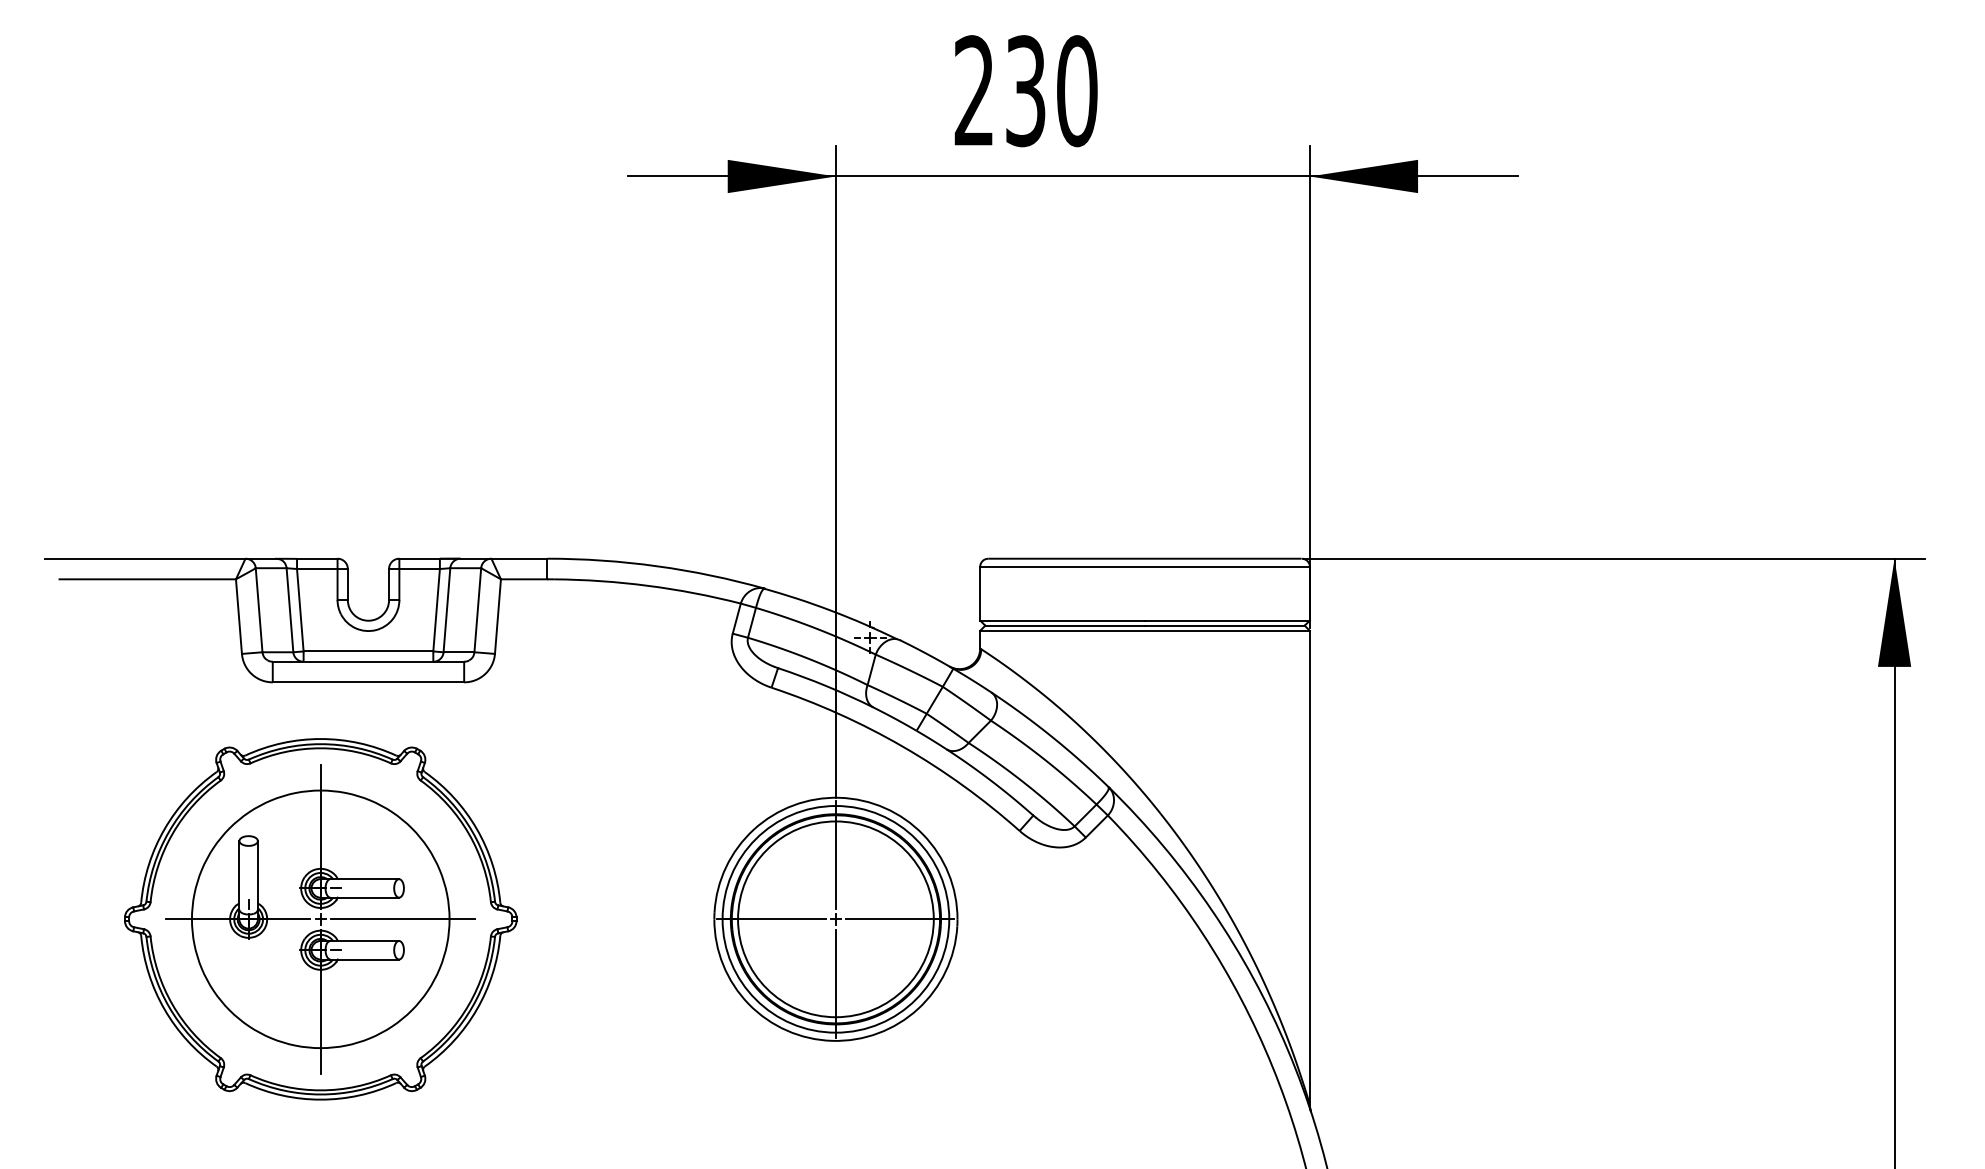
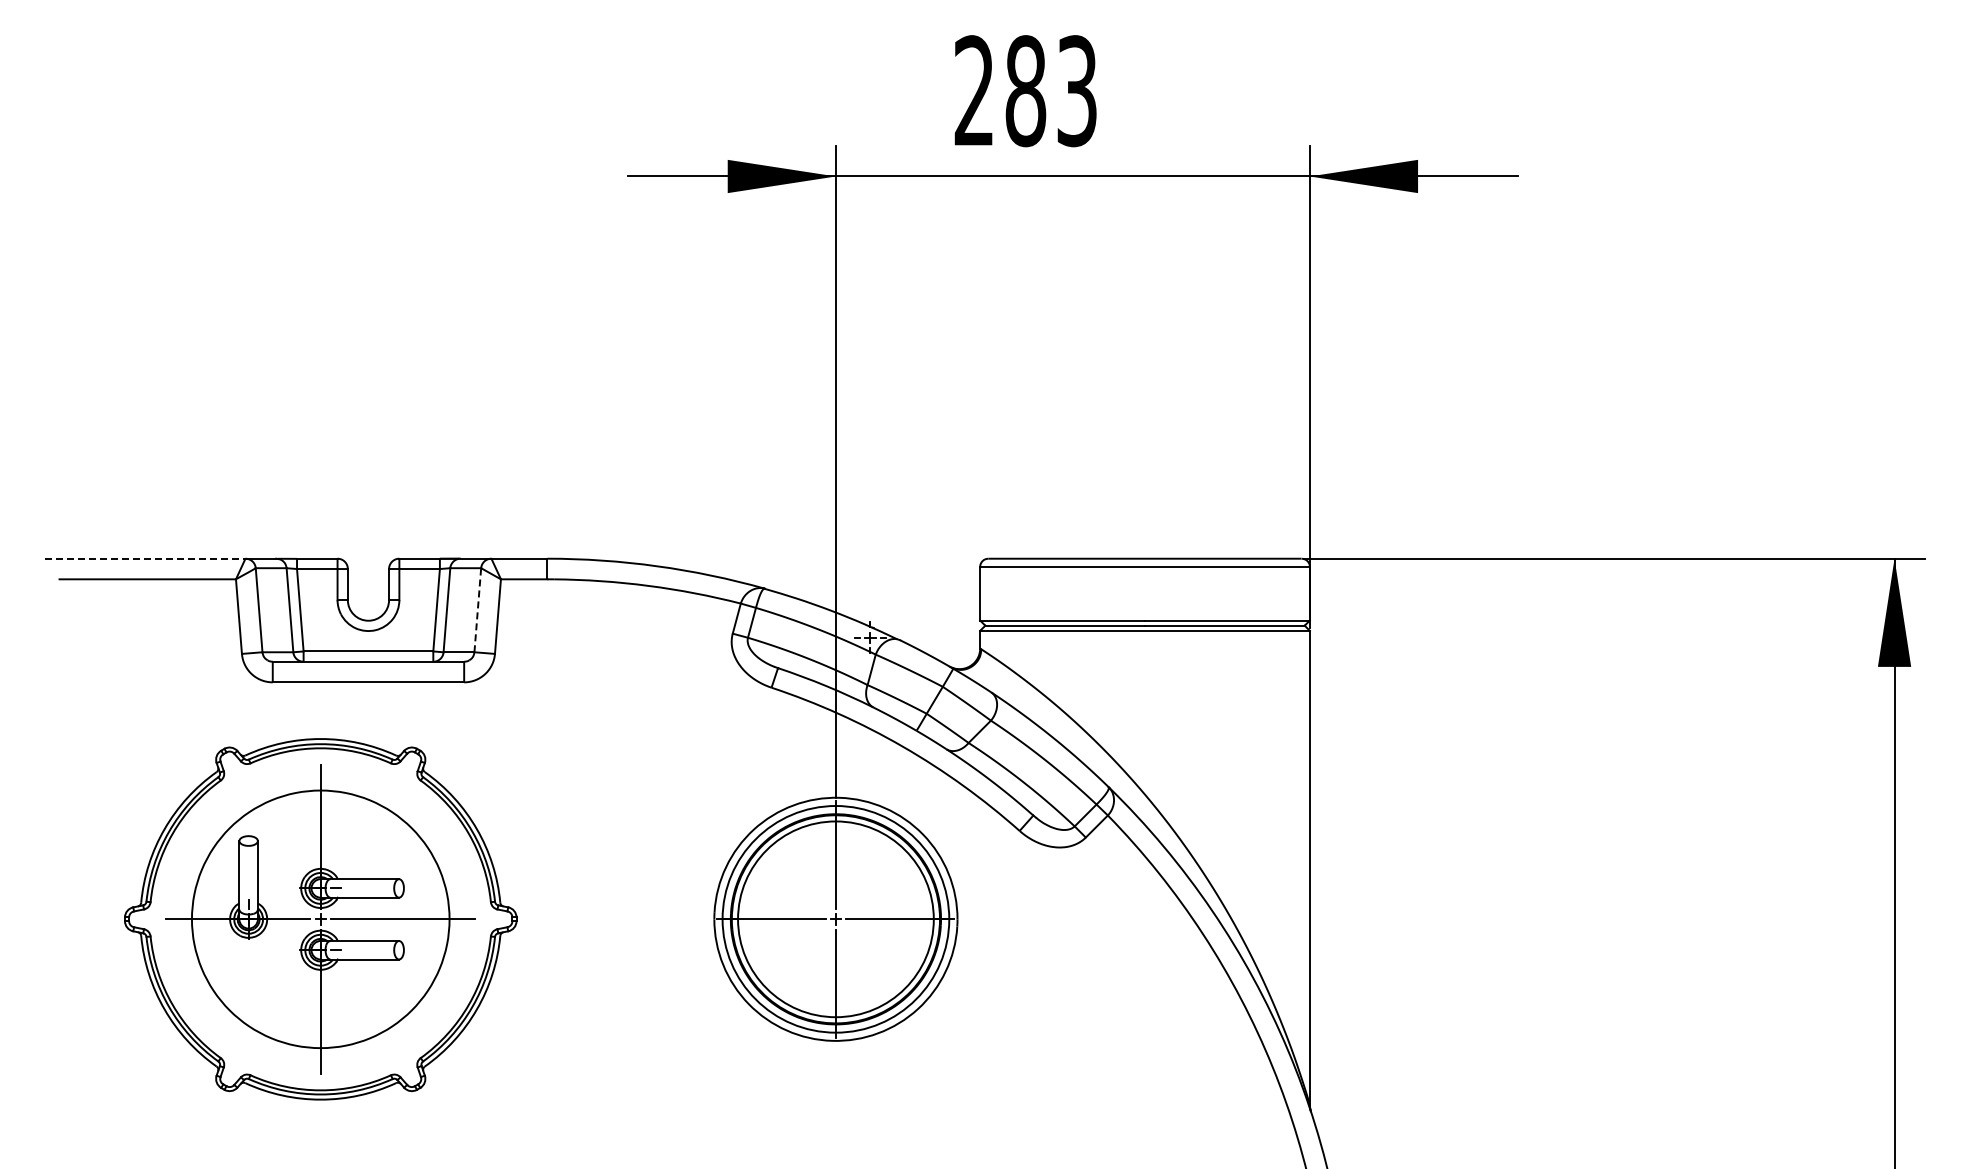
text at (1051, 91): 230 -> 283
line at (145, 558): solid -> dashed
line at (477, 609): solid -> dashed
